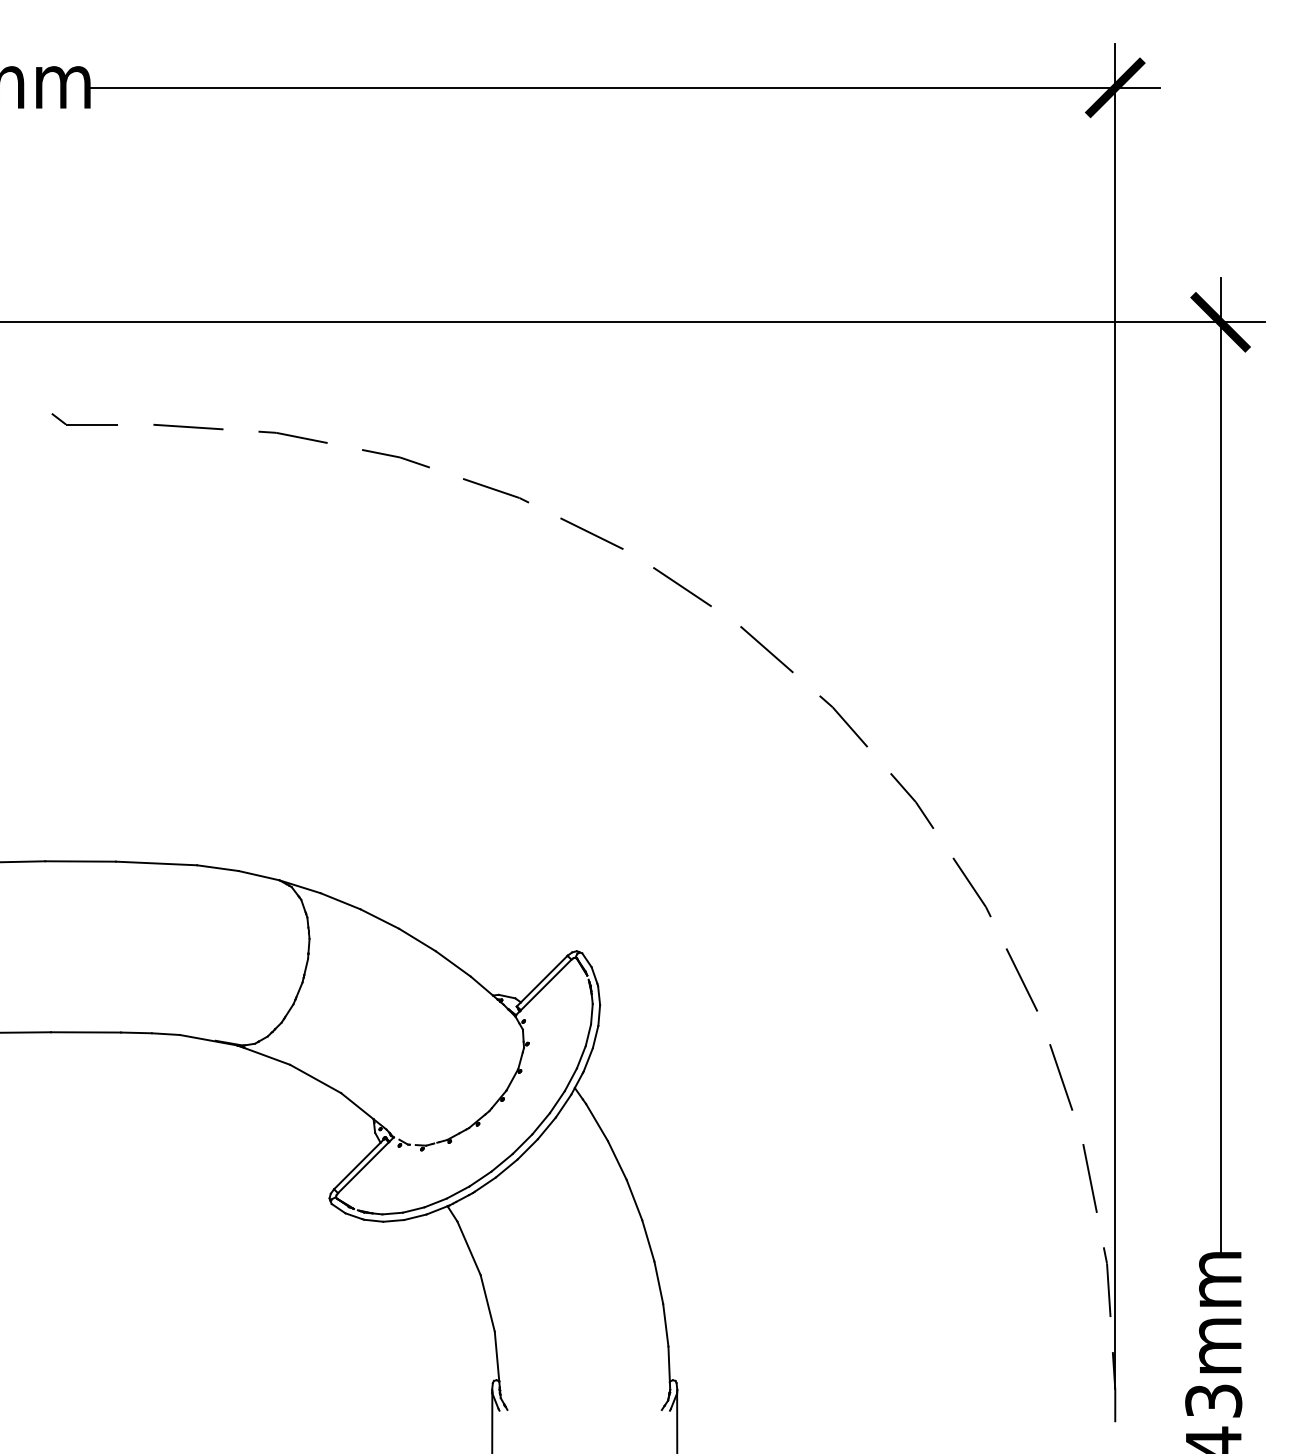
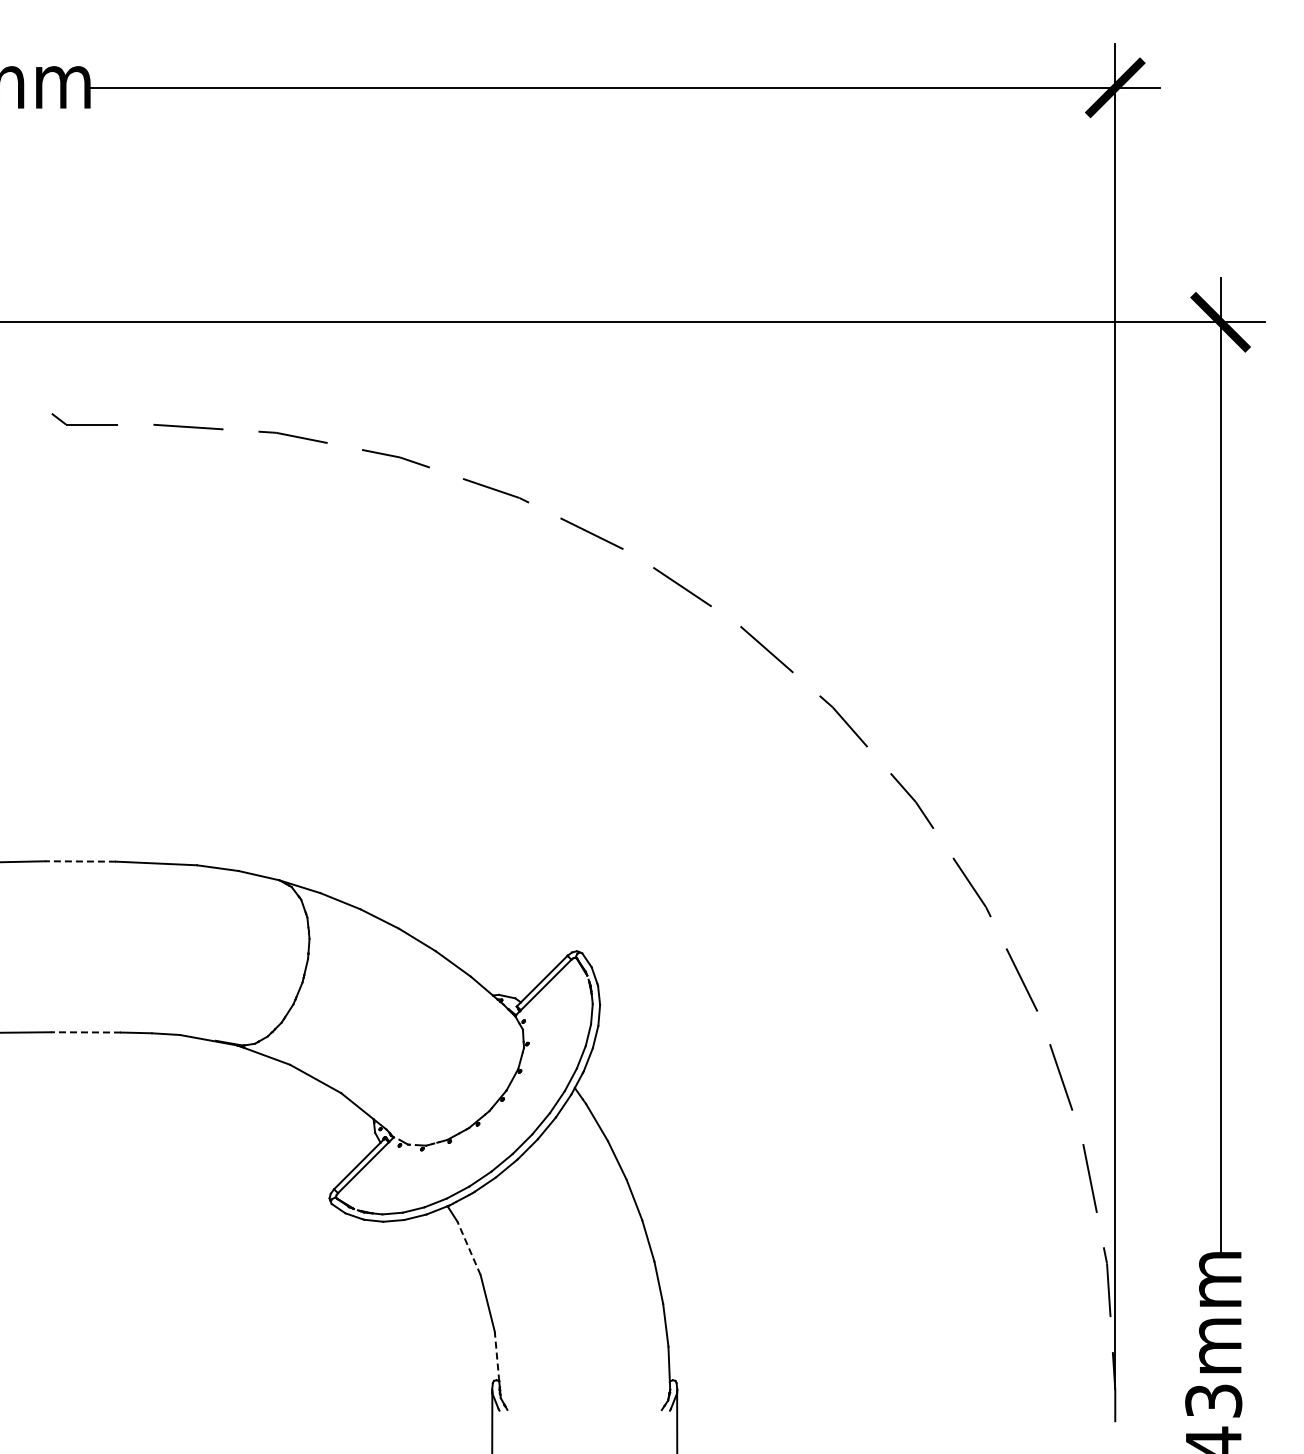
line at (80, 861): solid -> dashed
line at (85, 1032): solid -> dashed
line at (468, 1247): solid -> dashed
line at (497, 1356): solid -> dashed
